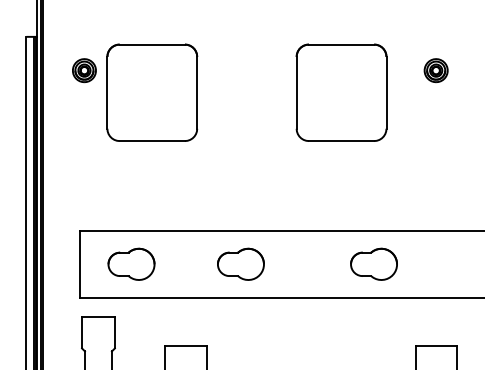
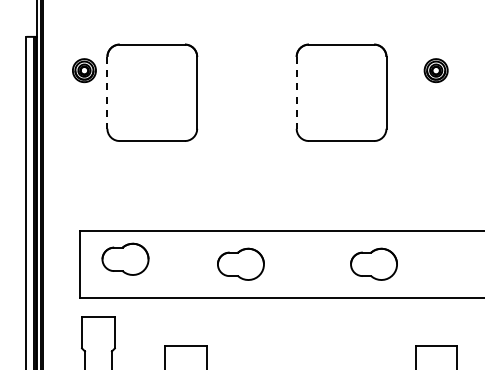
line at (107, 92): solid -> dashed
line at (296, 92): solid -> dashed
part at (131, 263) position: (131, 263) -> (125, 258)
